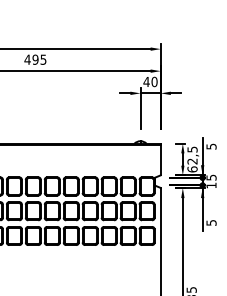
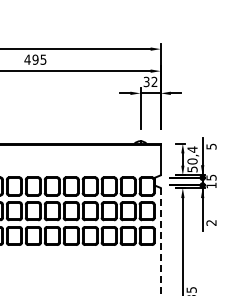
text at (150, 81): 40 -> 32
text at (192, 159): 62,5 -> 50,4
text at (211, 222): 5 -> 2
line at (160, 241): solid -> dashed
